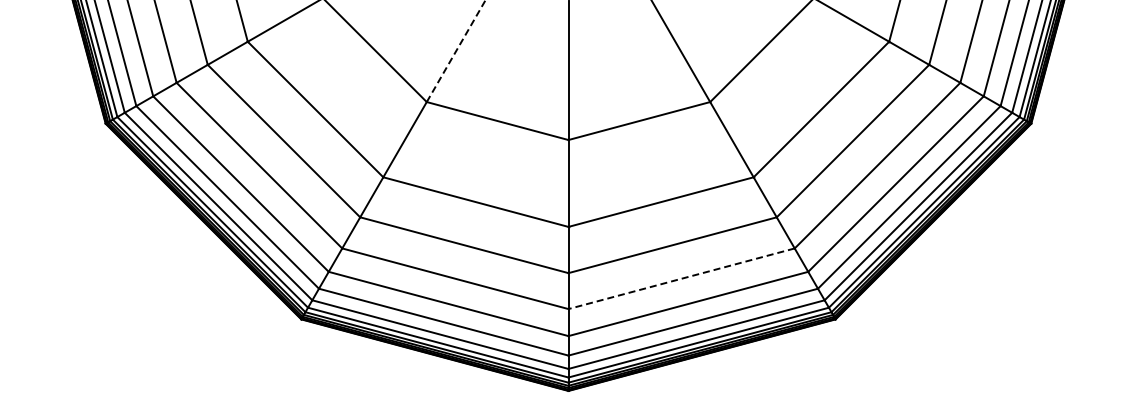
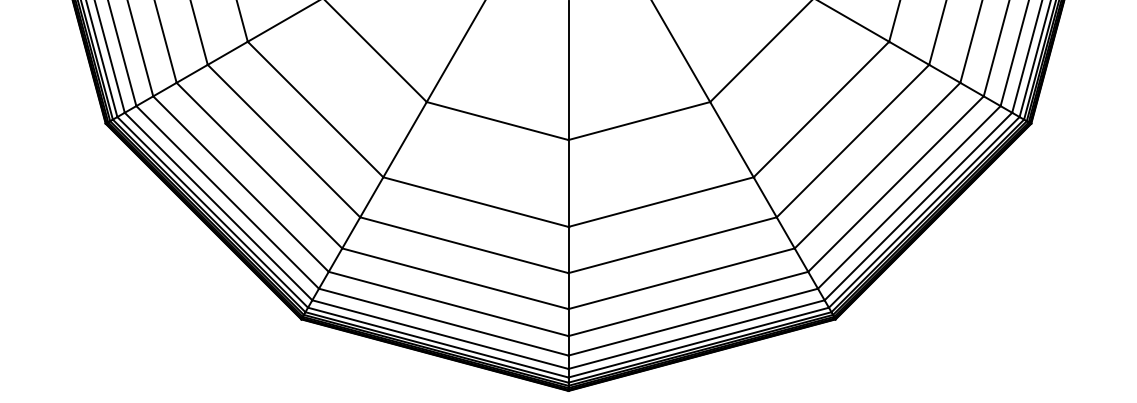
line at (455, 51): dashed -> solid
line at (681, 278): dashed -> solid
